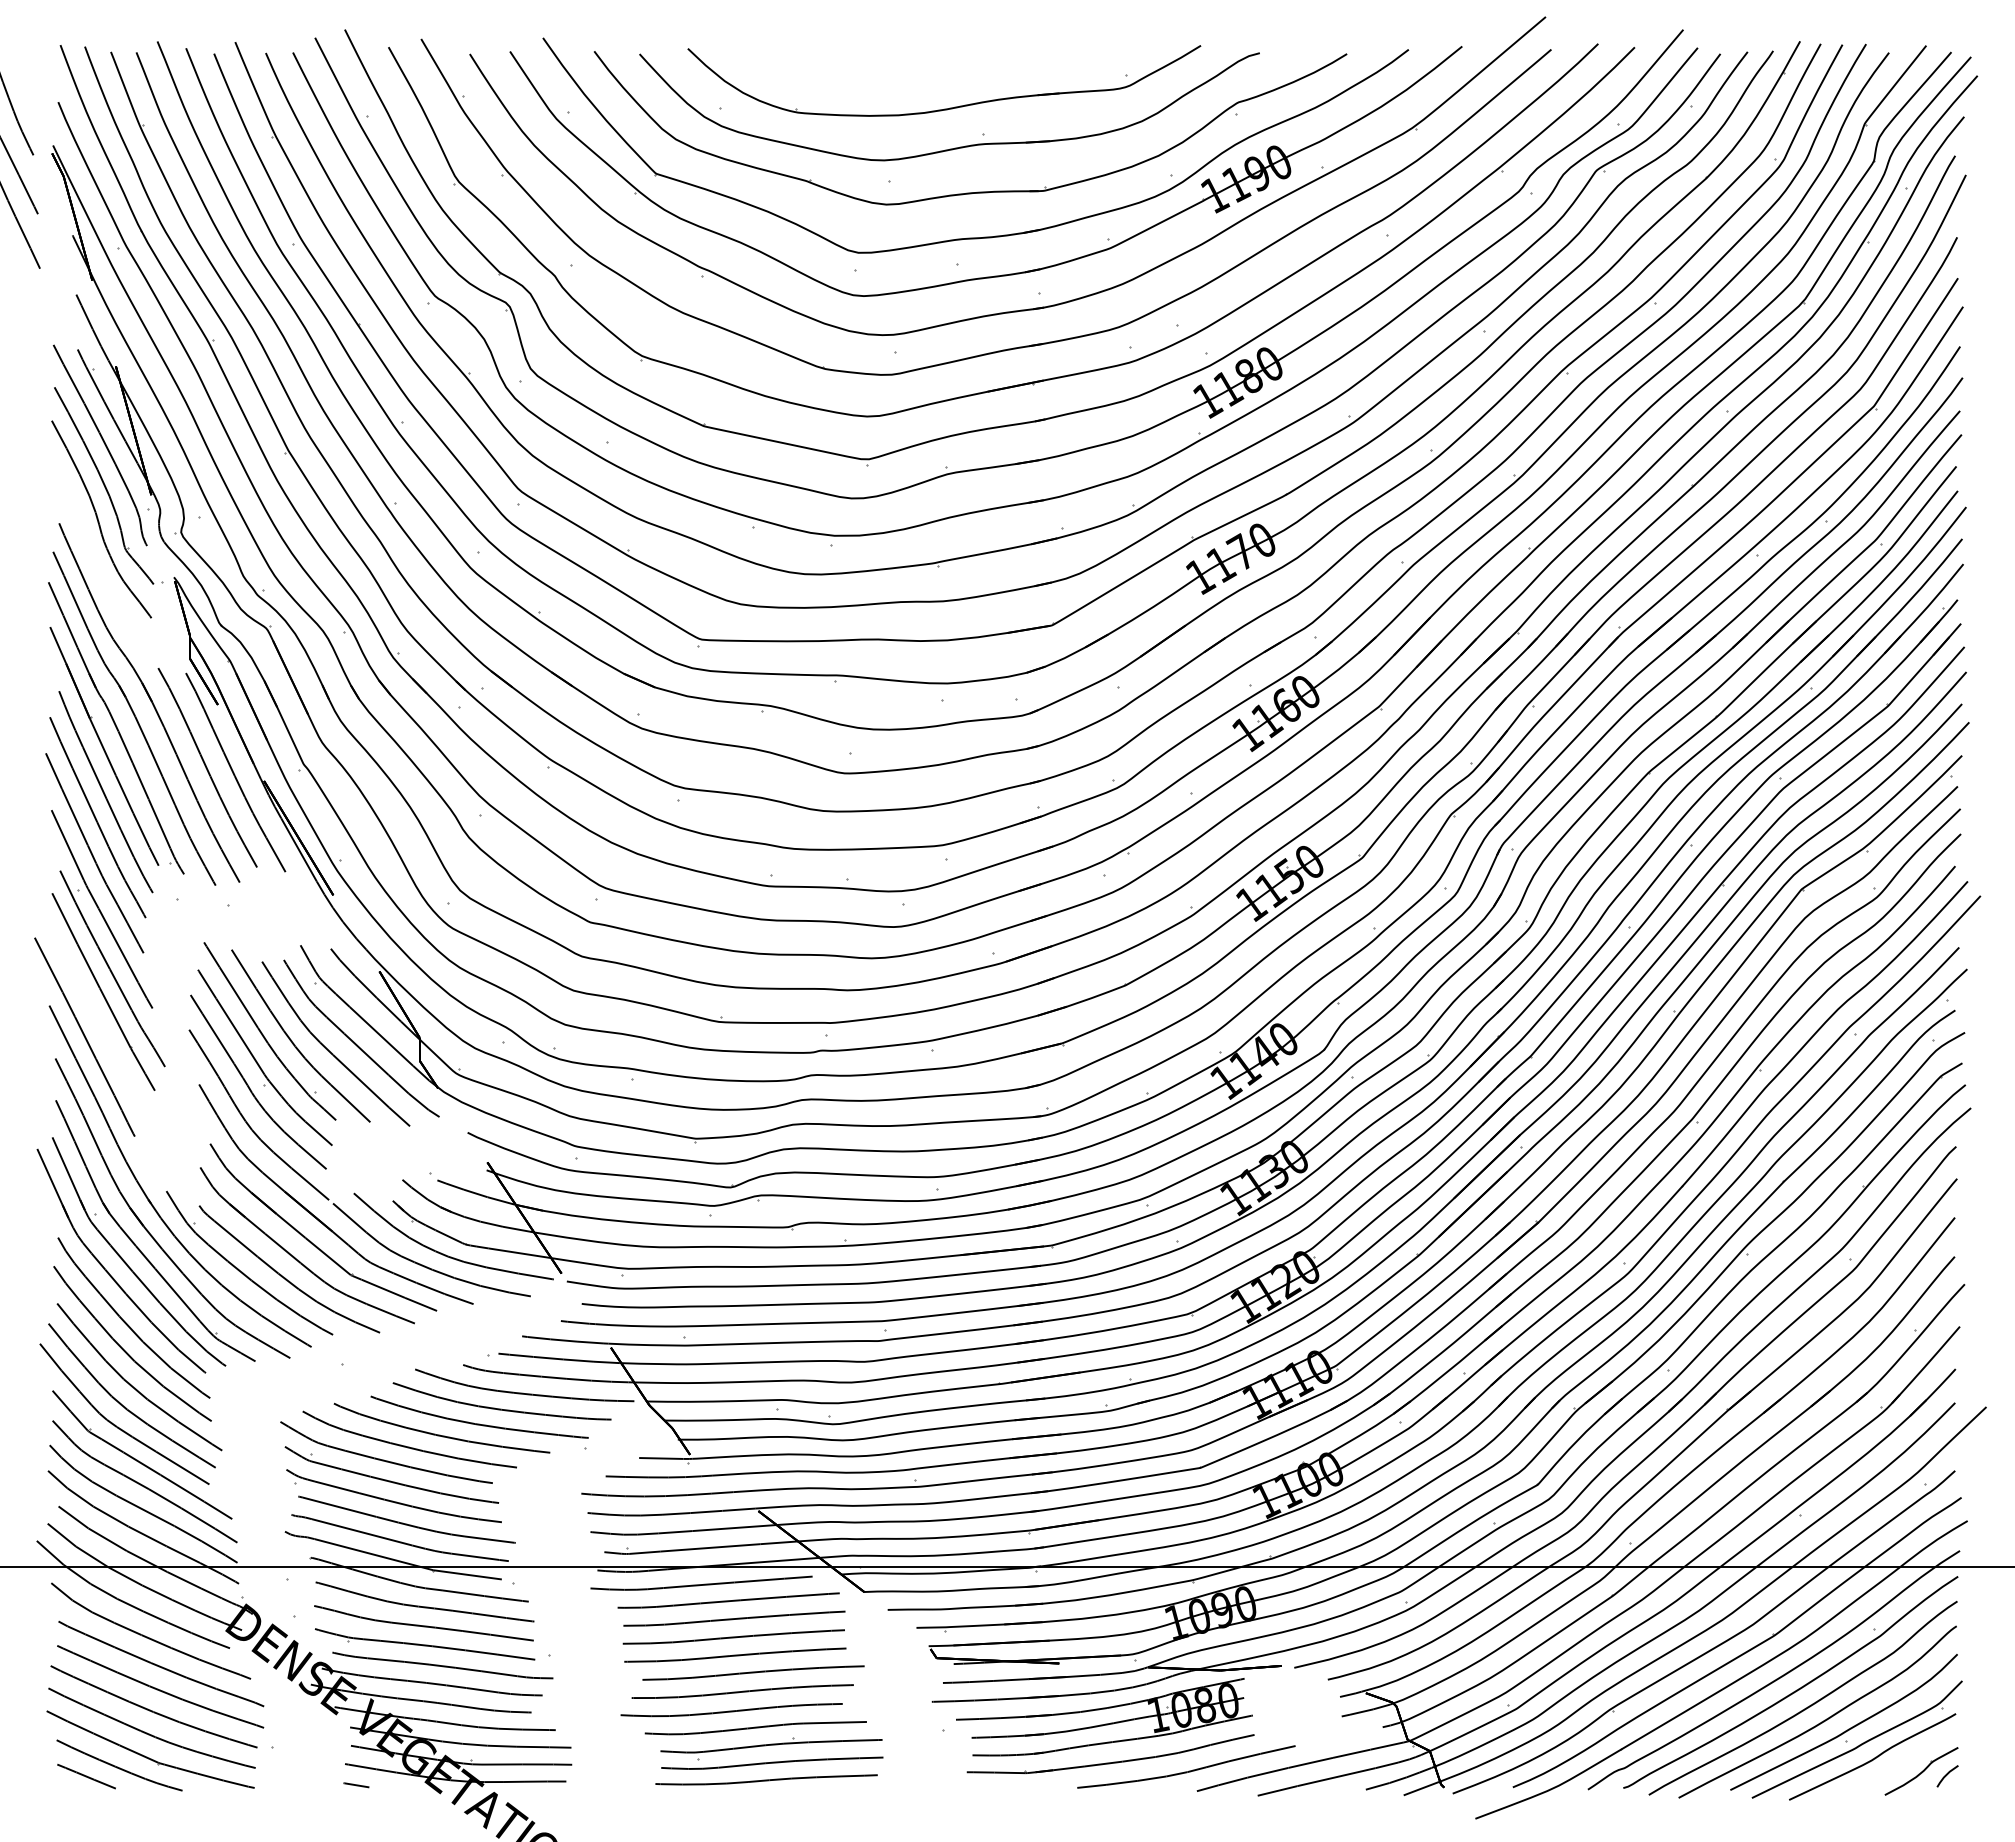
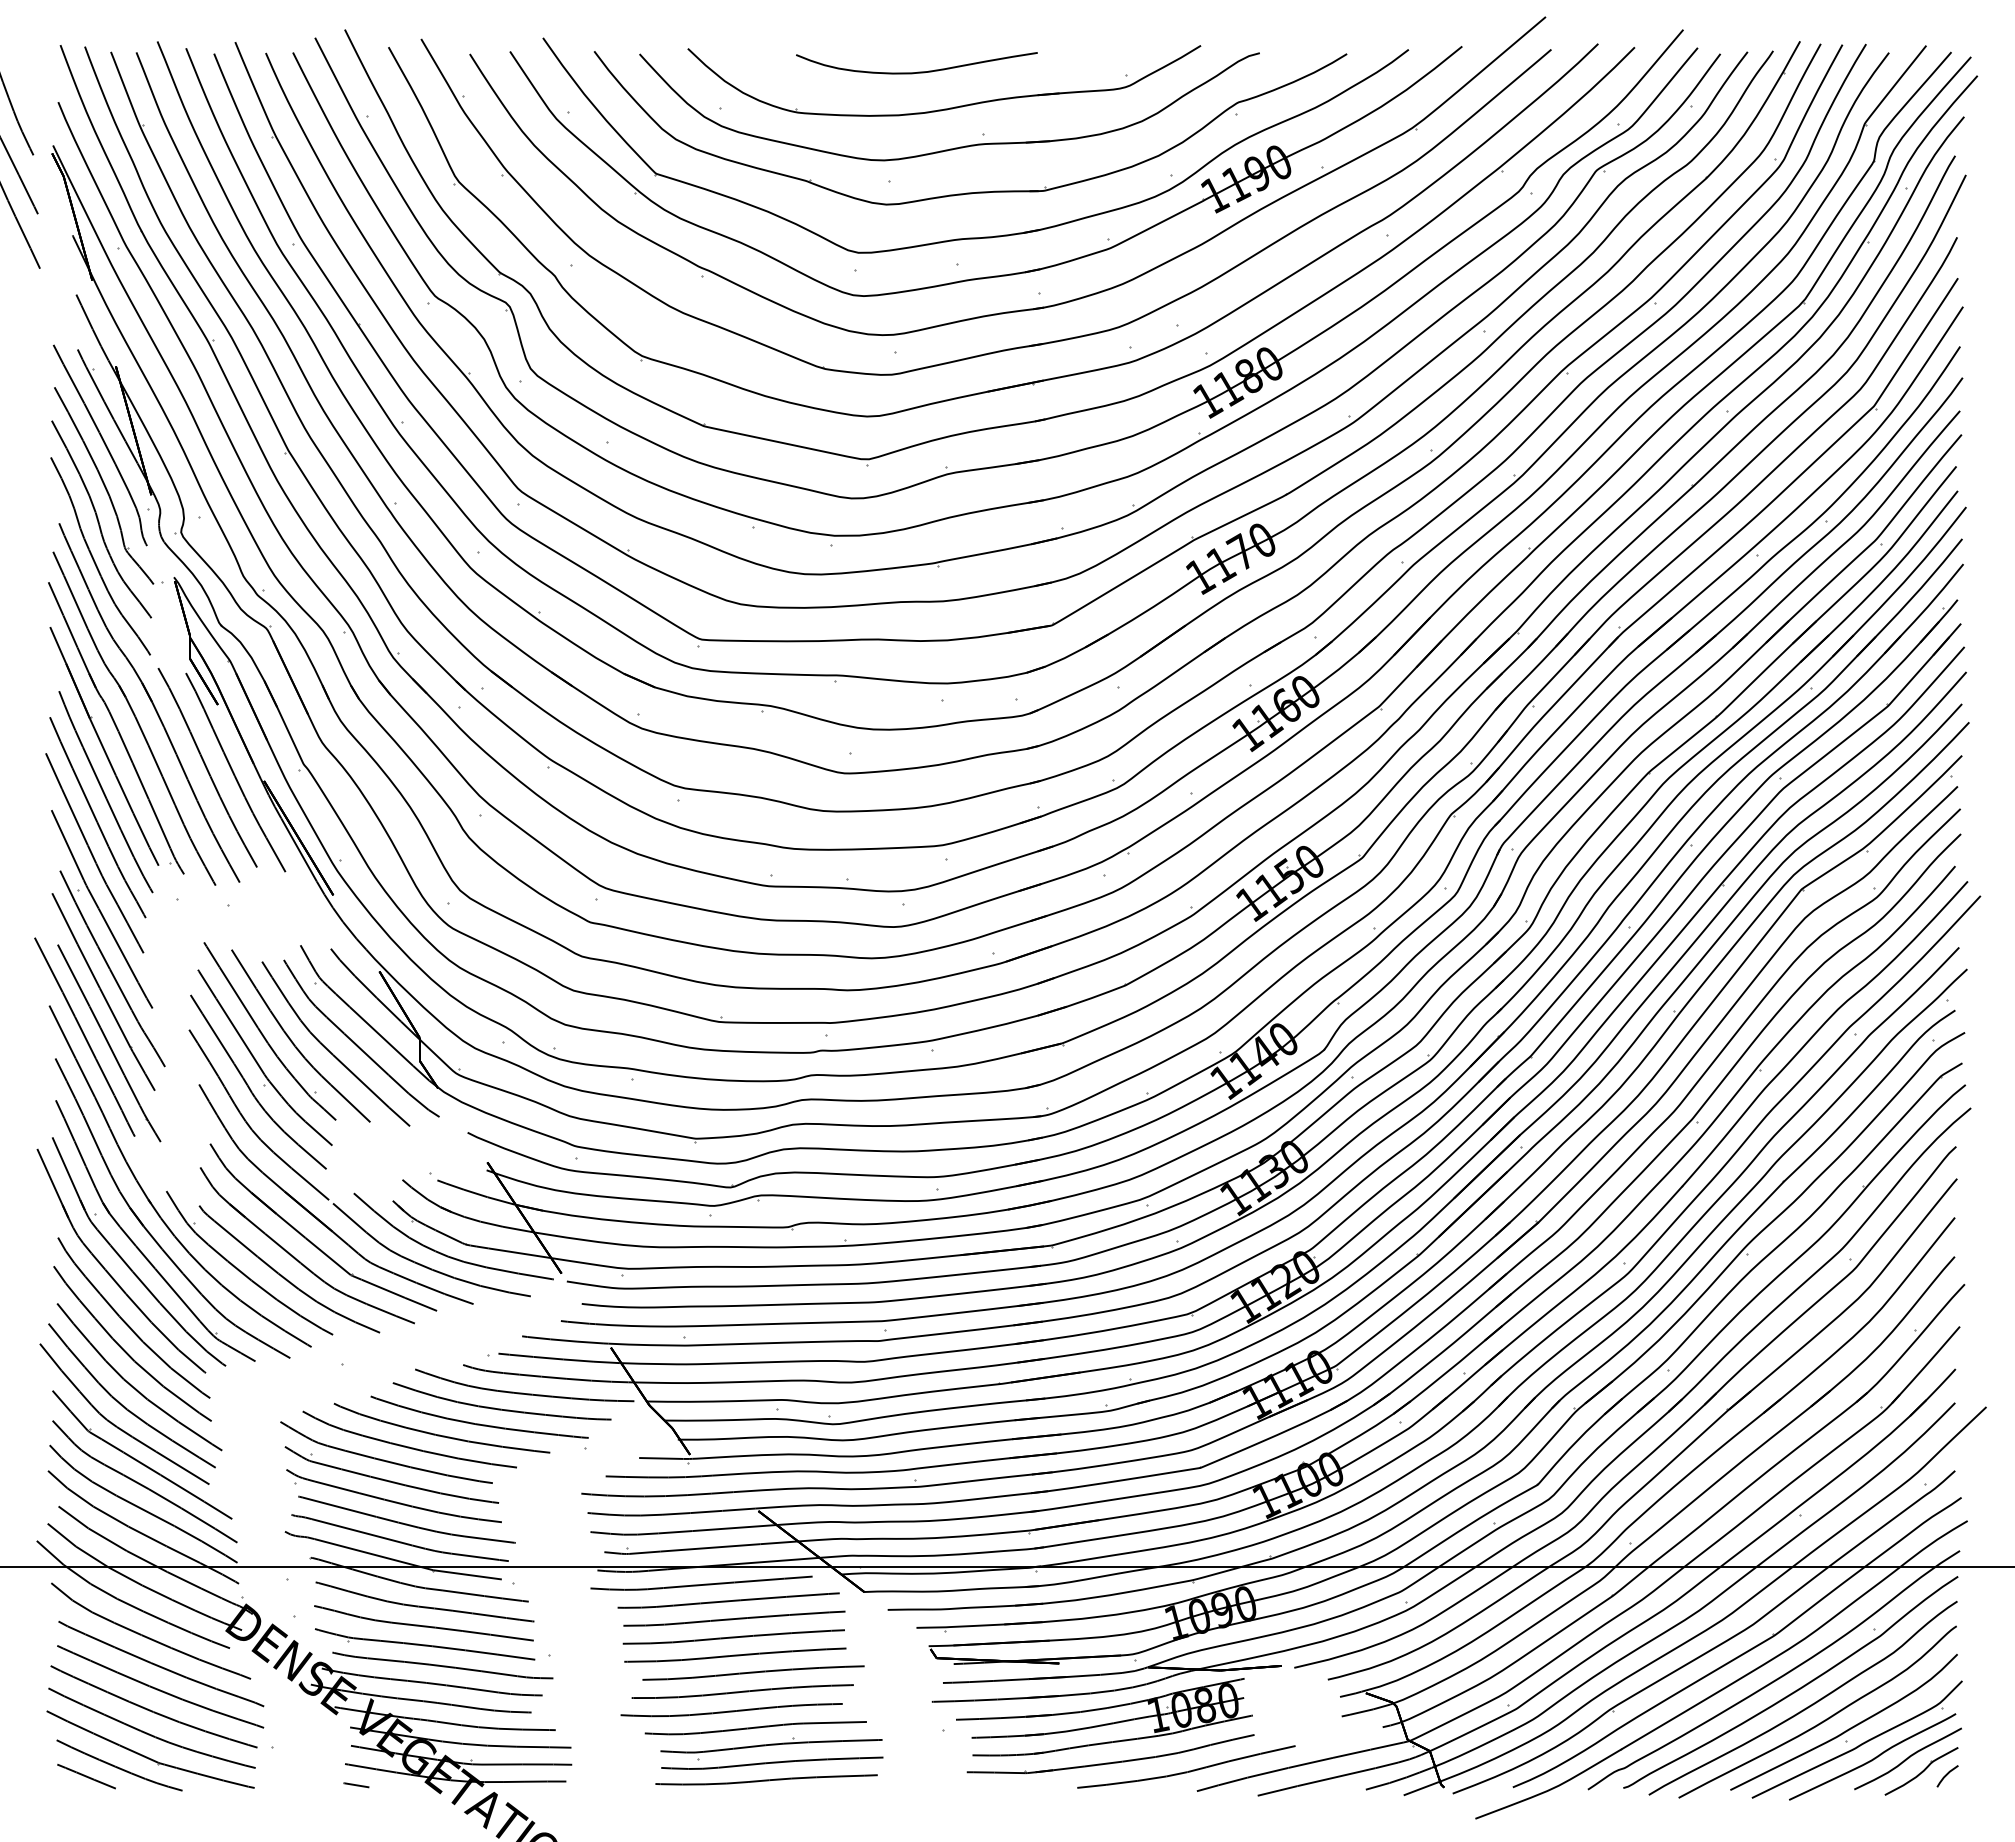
curve at (917, 71): none -> present
curve at (94, 559): none -> present
part at (109, 1043): none -> present
curve at (1907, 1758): none -> present
